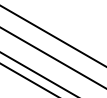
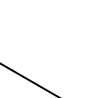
line at (52, 35): present -> none
line at (52, 57): present -> none
line at (38, 73): present -> none
